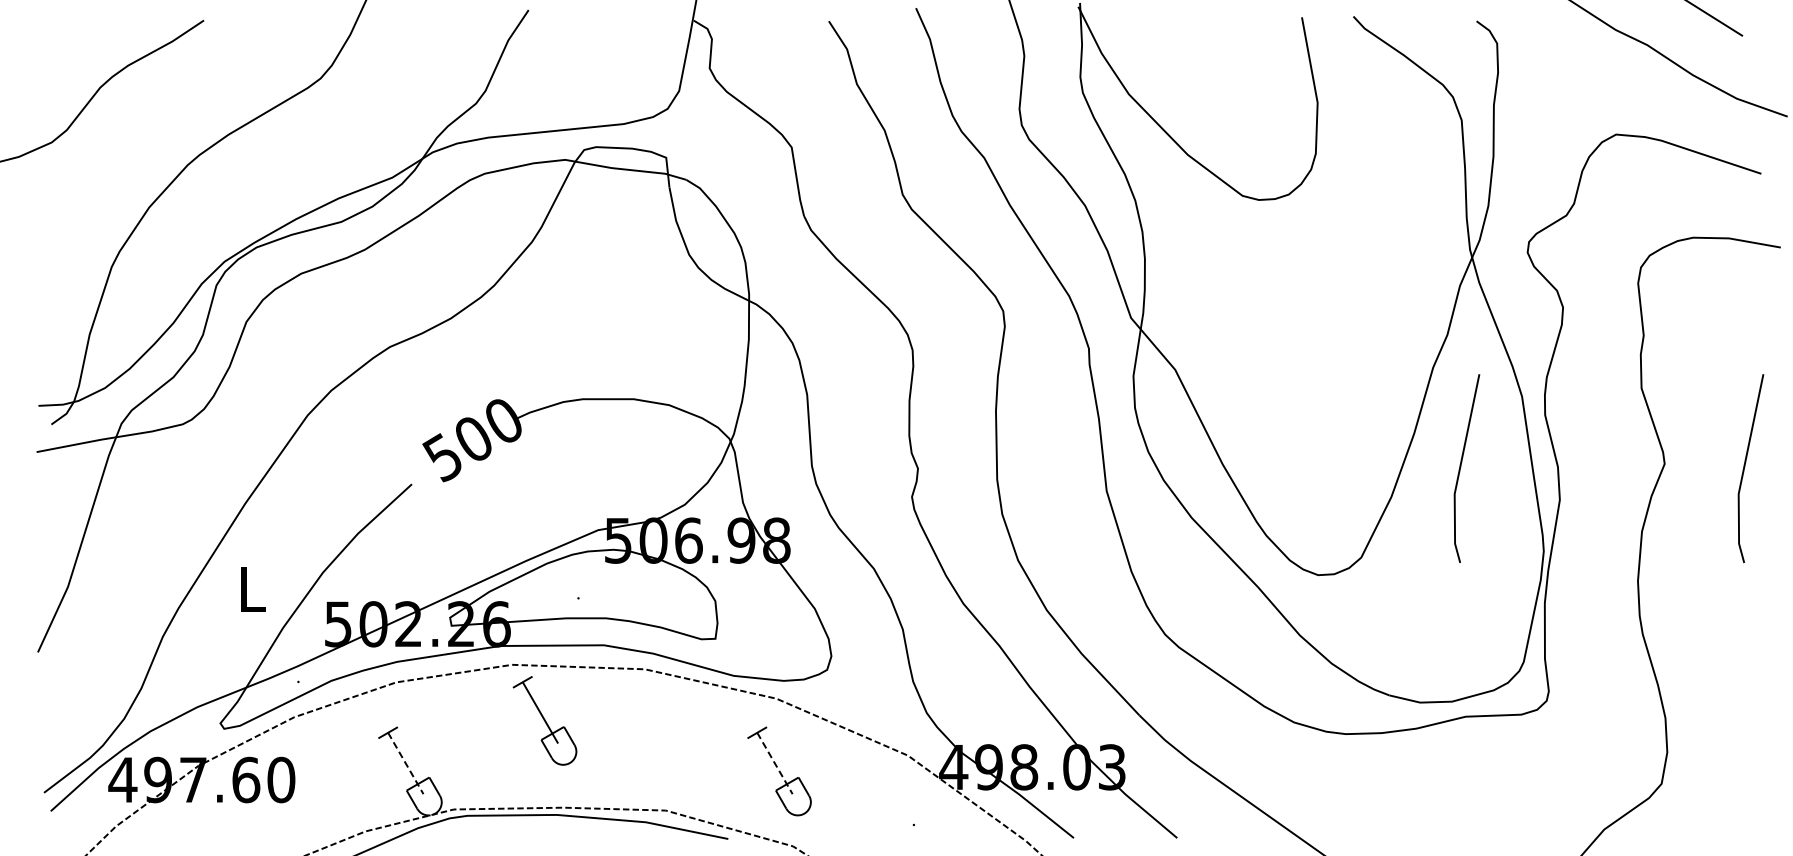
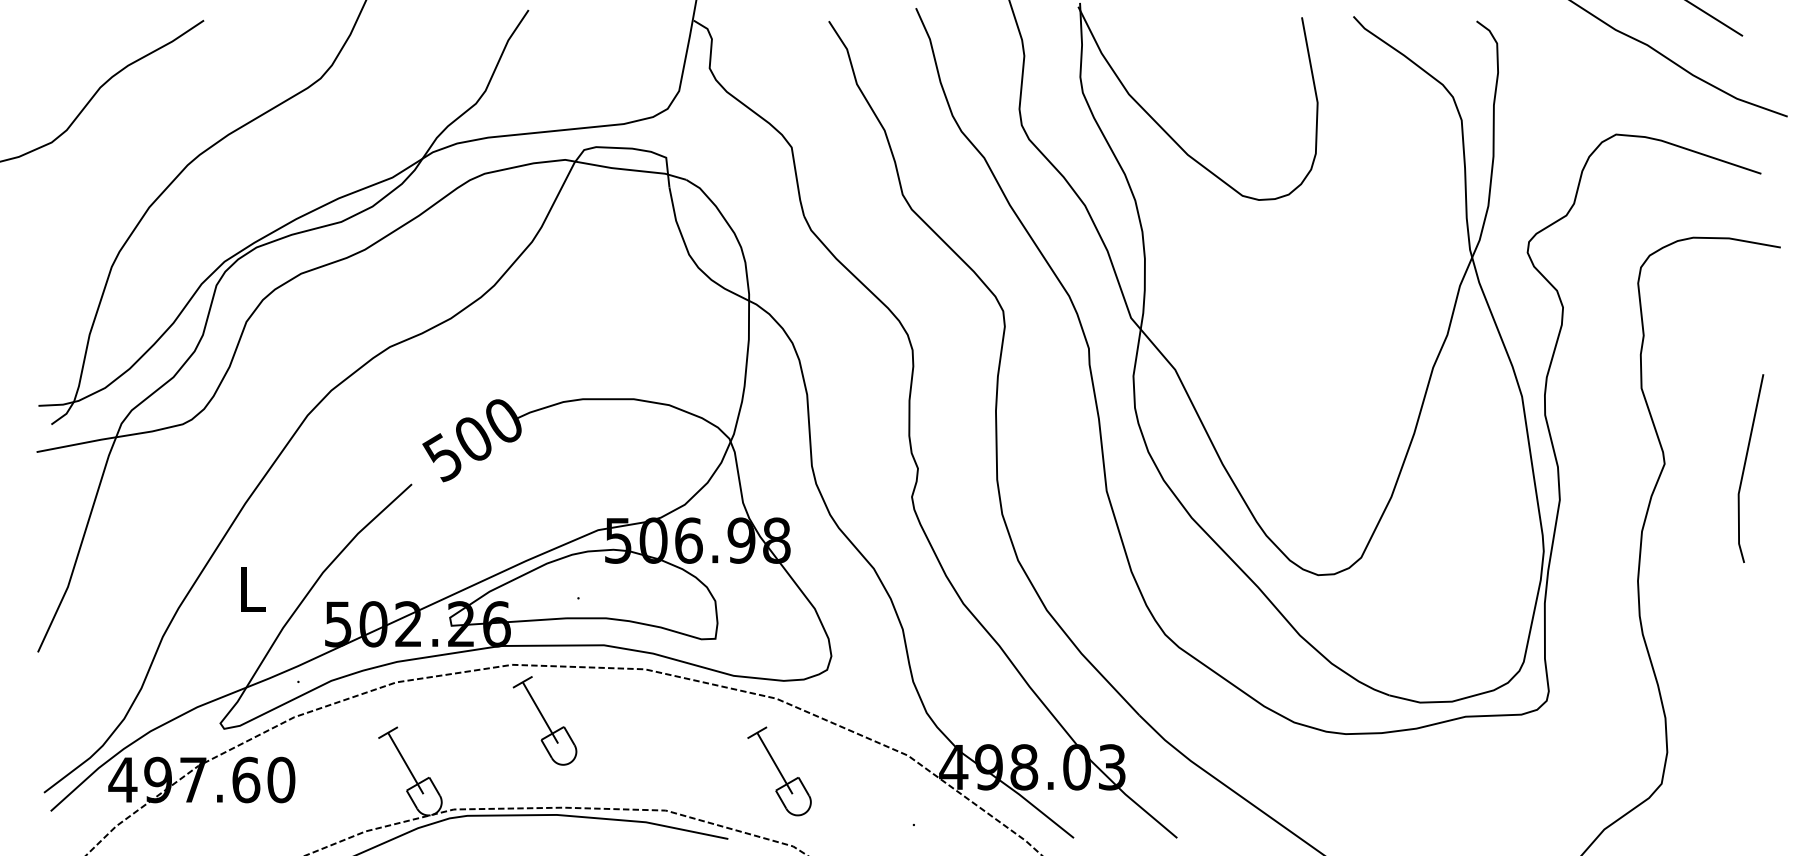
line at (1461, 467): present -> none
line at (406, 763): dashed -> solid
line at (775, 763): dashed -> solid
